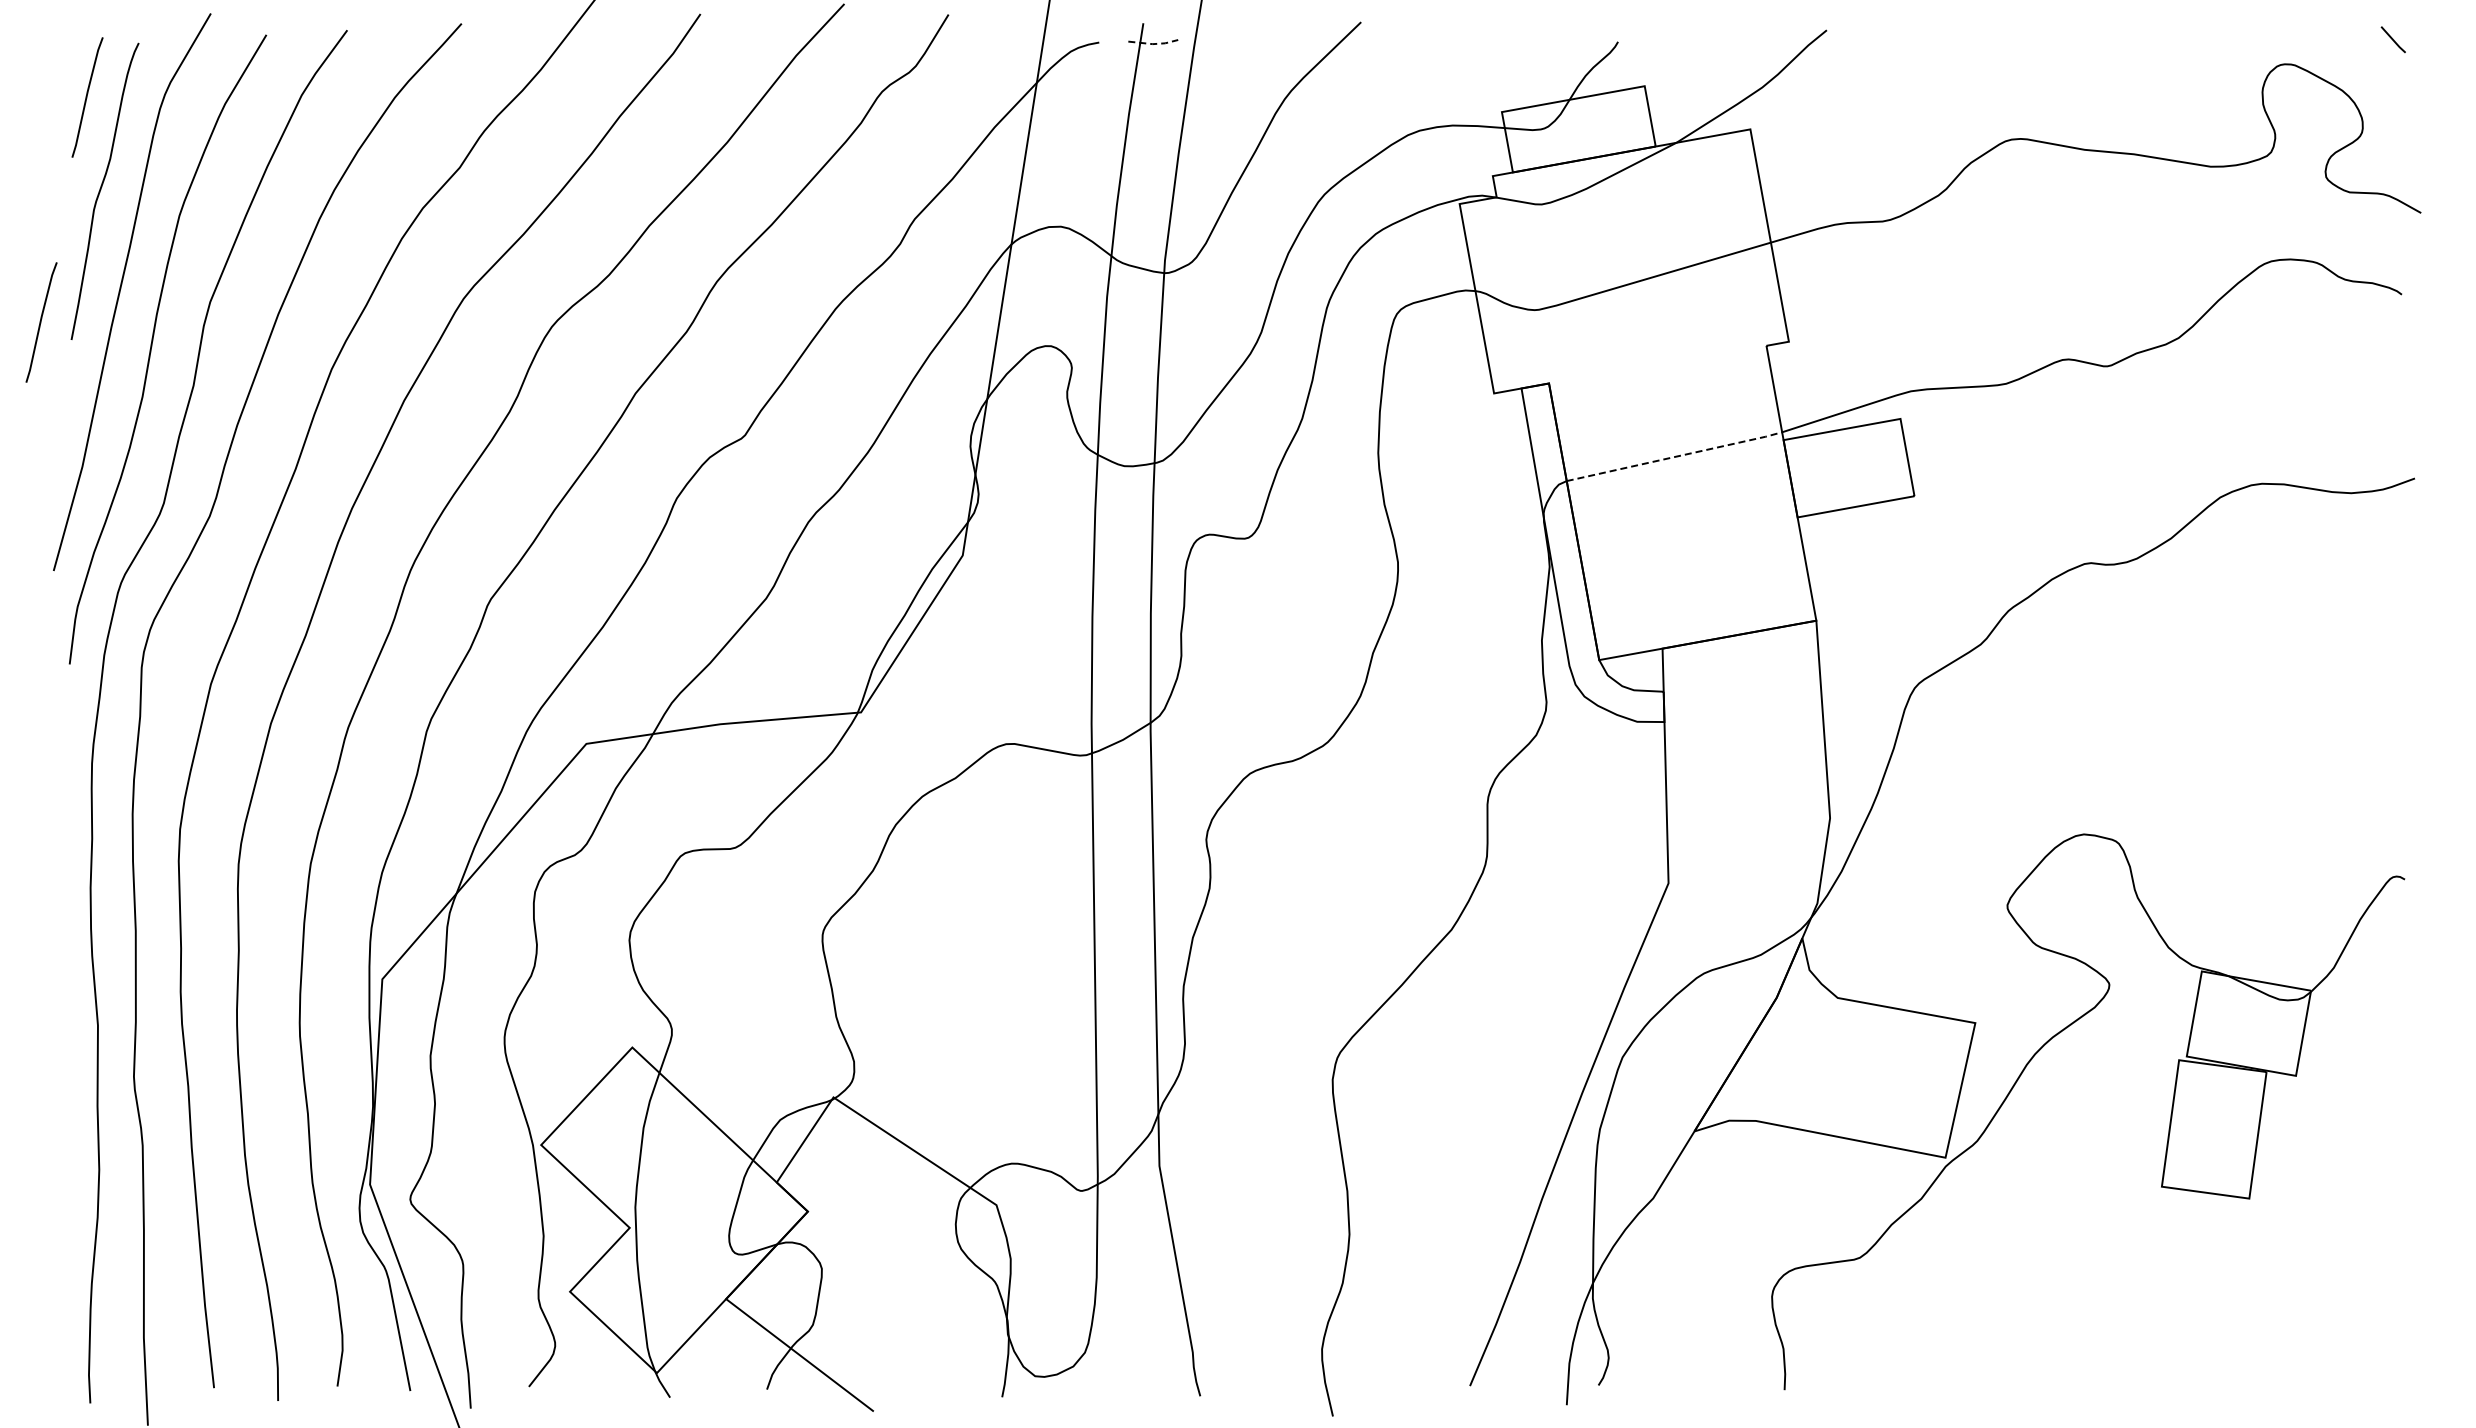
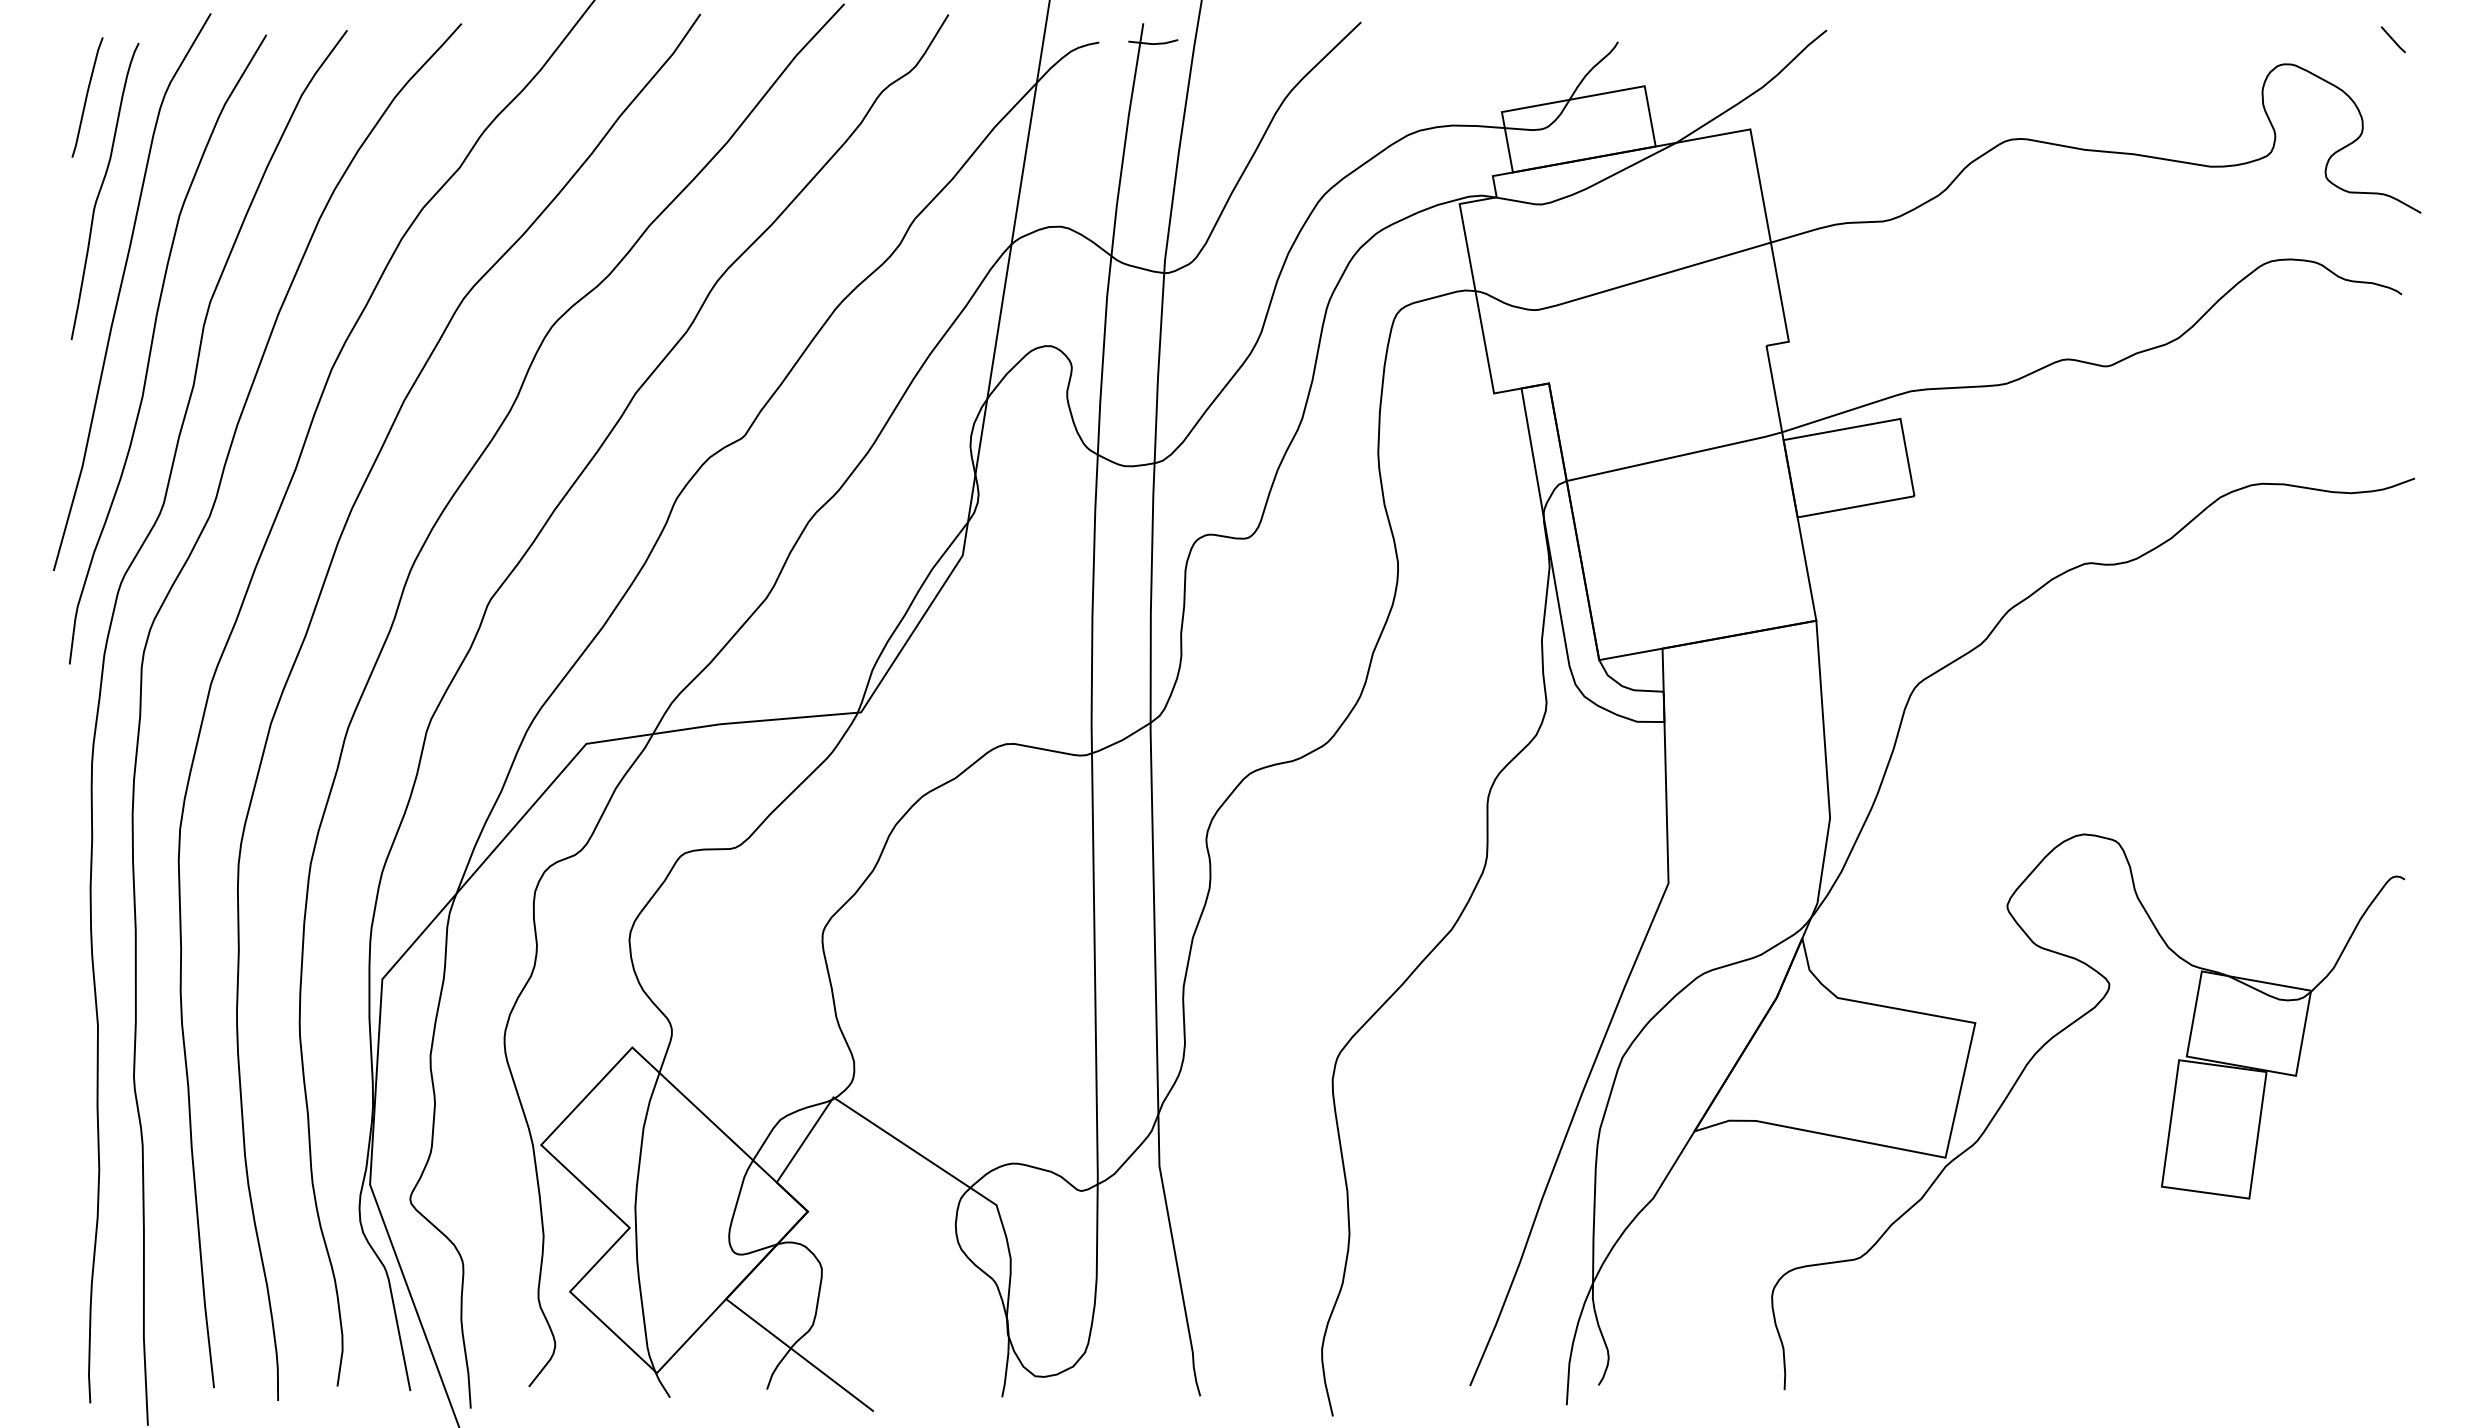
line at (1153, 44): dashed -> solid
line at (41, 322): present -> none
line at (1675, 456): dashed -> solid
